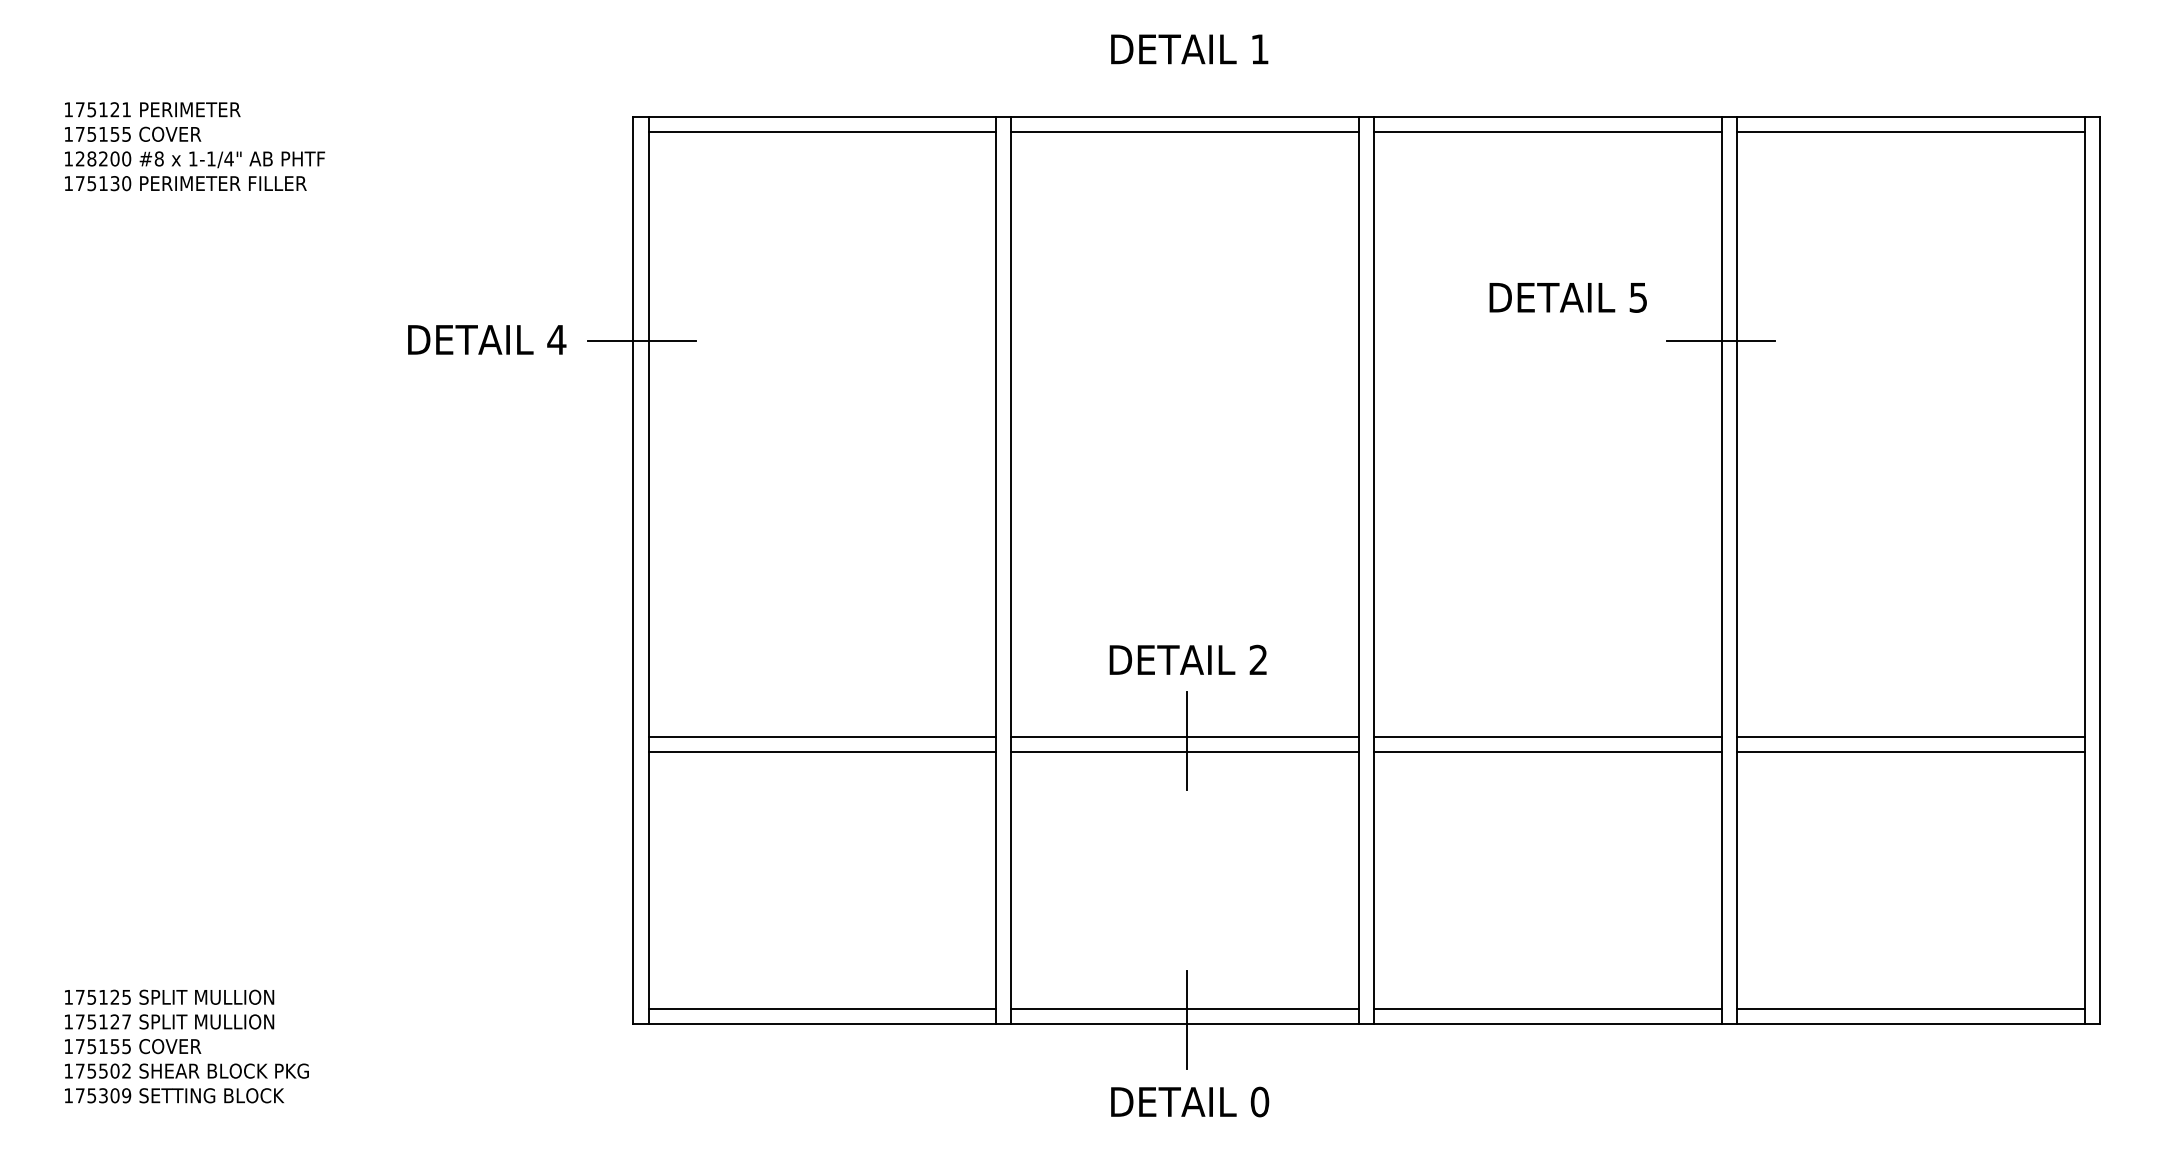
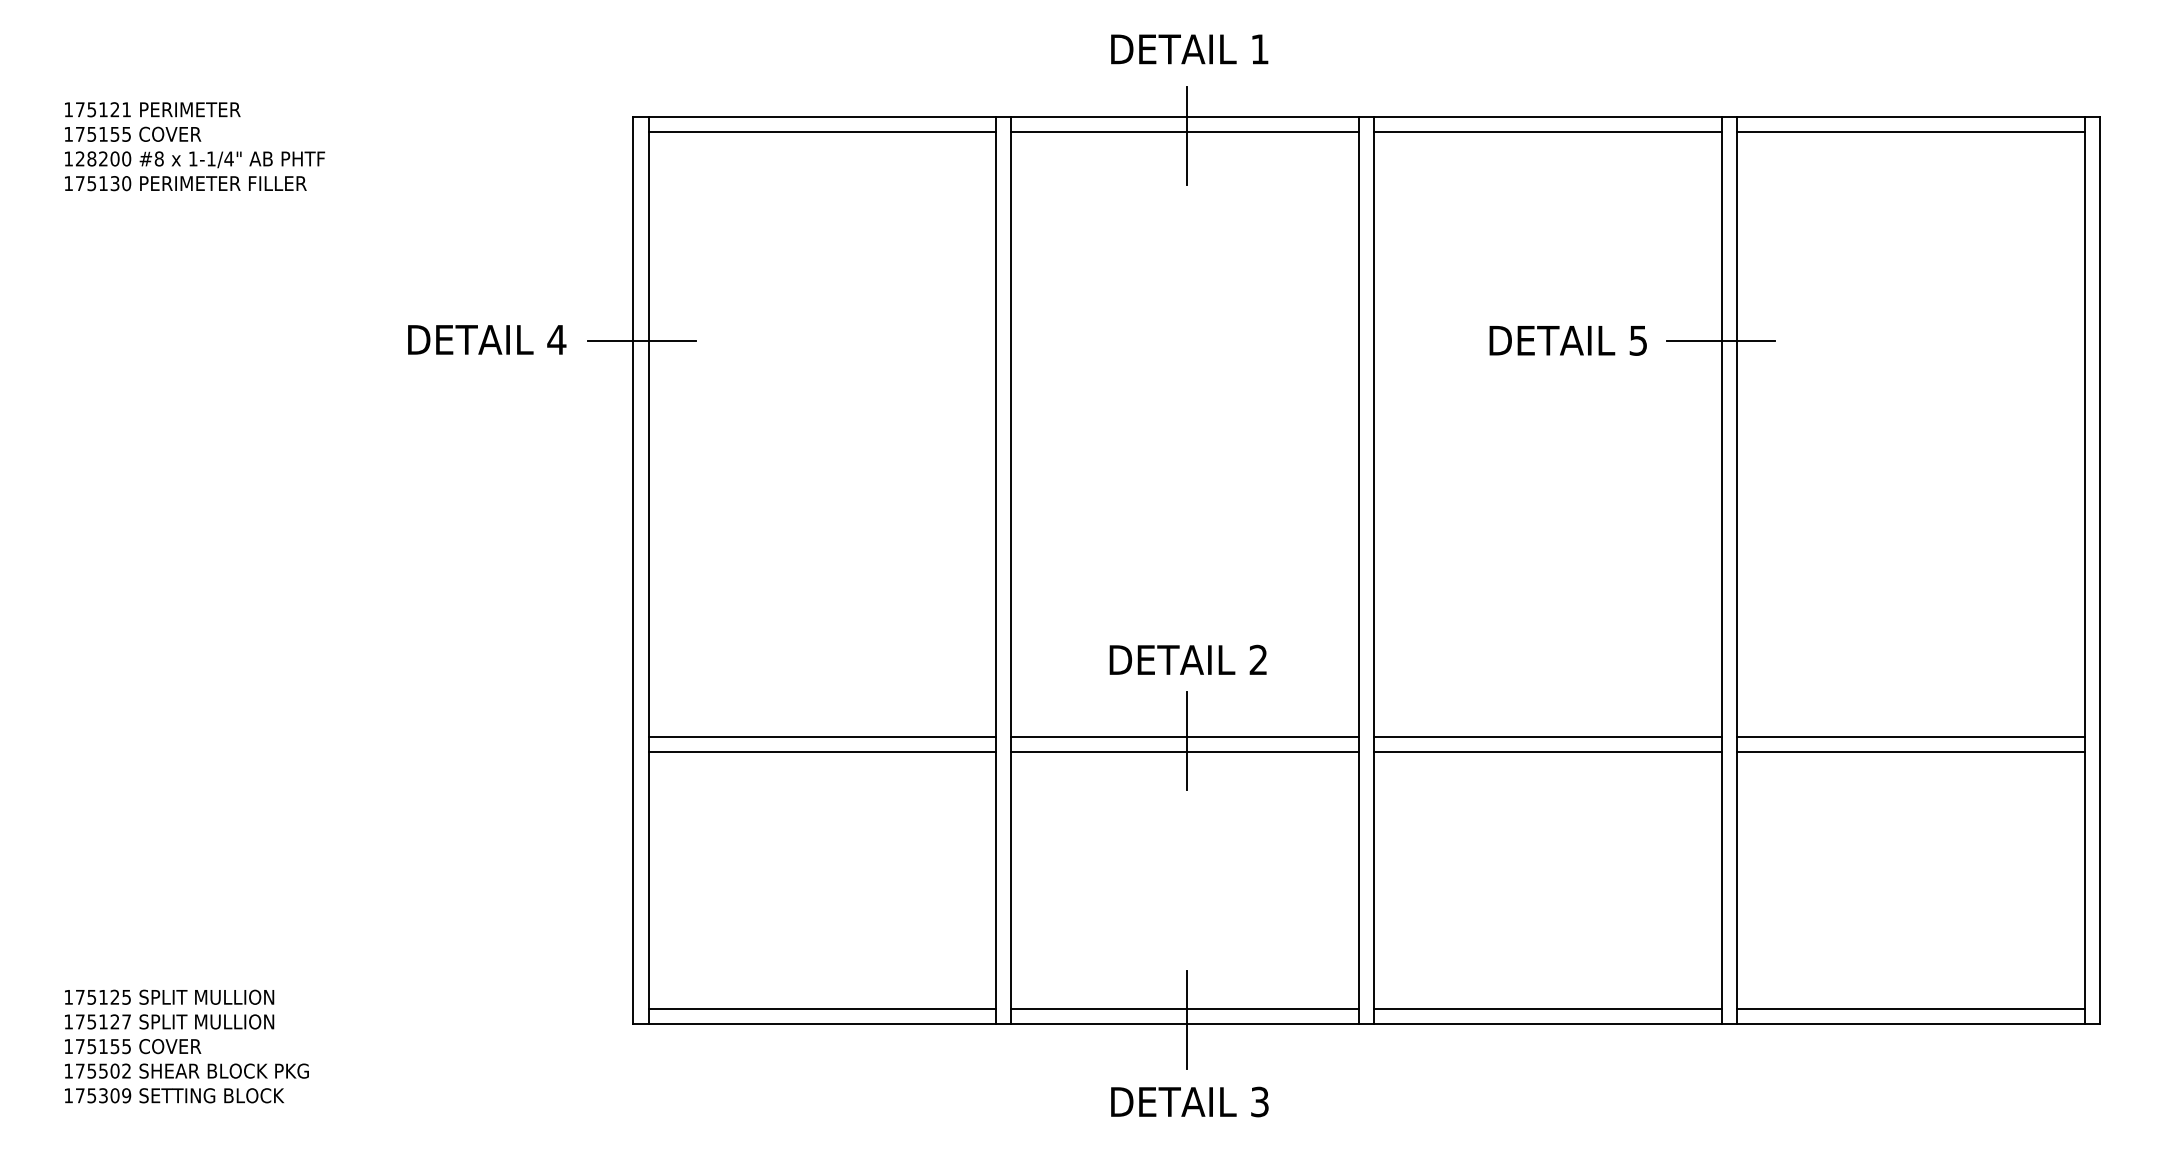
line at (1187, 135): none -> present
text at (1567, 297) position: (1567, 297) -> (1567, 340)
text at (1259, 1101): 0 -> 3
